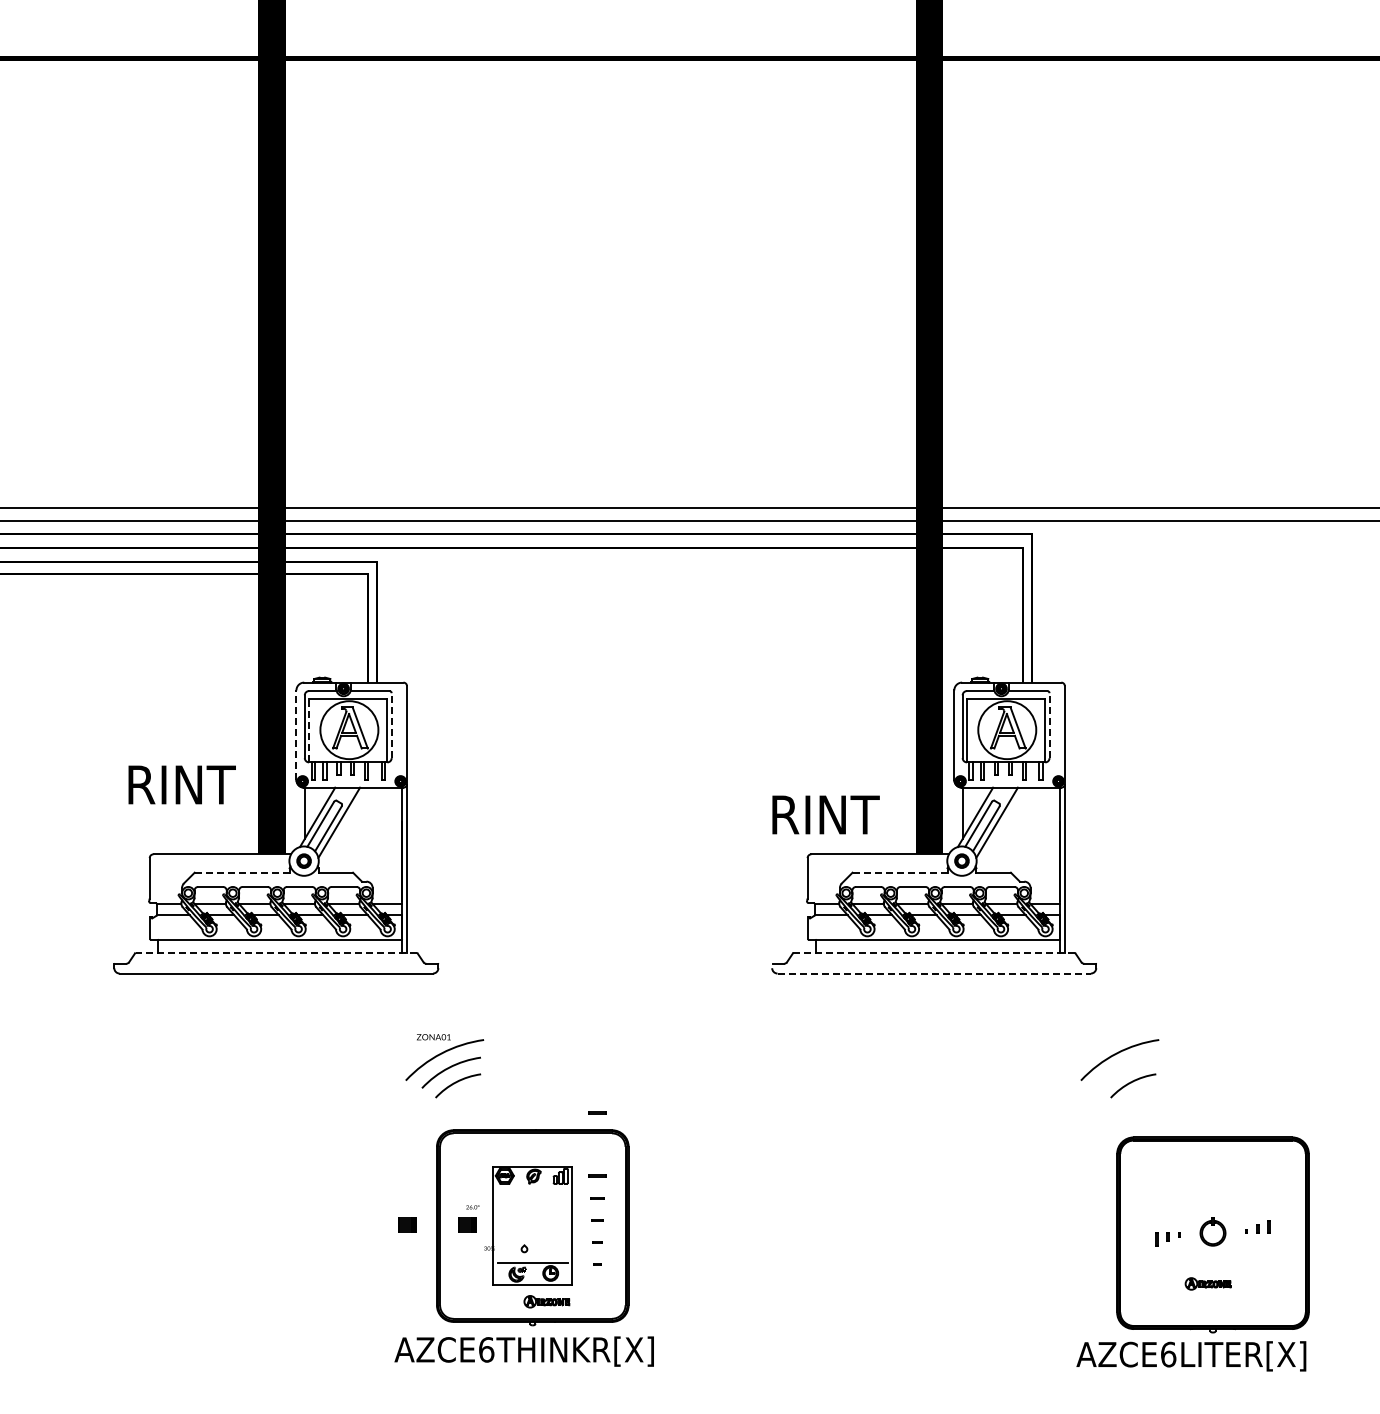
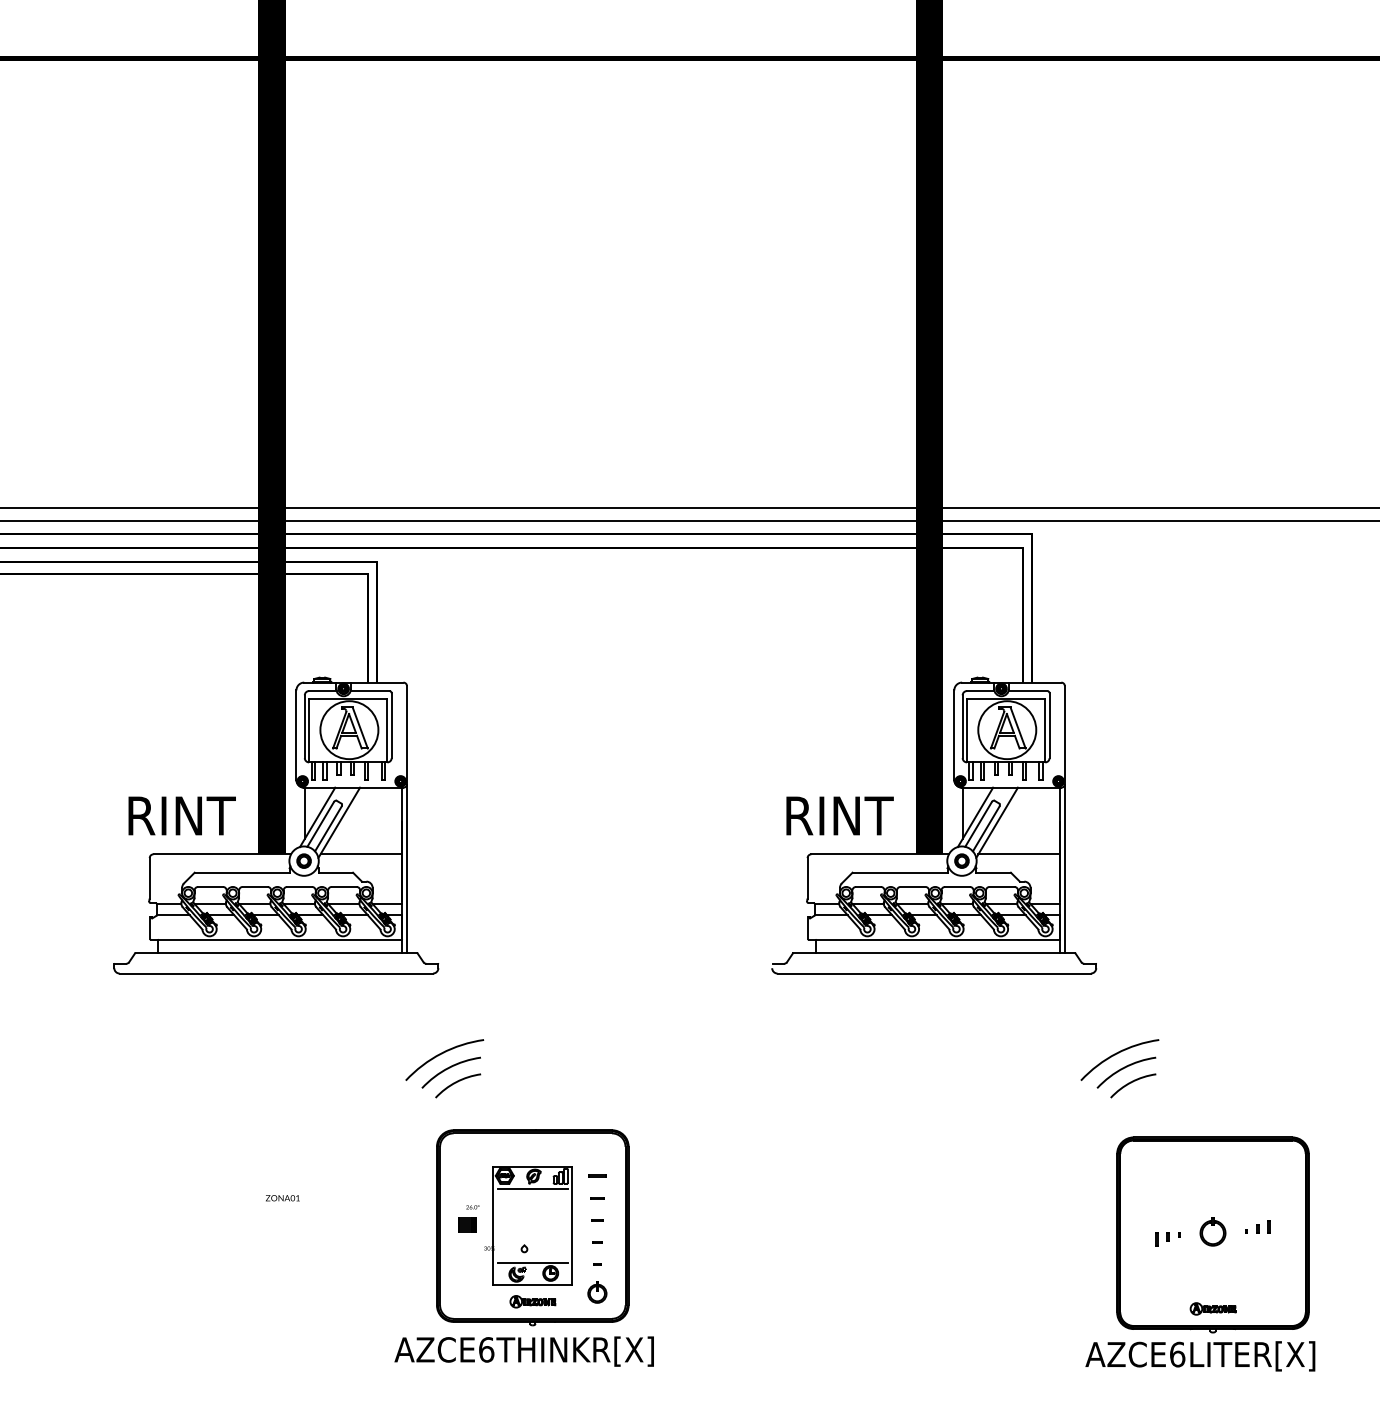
line at (391, 725): dashed -> solid
line at (1049, 725): dashed -> solid
line at (309, 730): dashed -> solid
line at (296, 735): dashed -> solid
text at (181, 784) position: (181, 784) -> (181, 815)
text at (825, 814) position: (825, 814) -> (839, 815)
line at (361, 854): none -> present
line at (1019, 854): none -> present
line at (241, 872): dashed -> solid
line at (899, 872): dashed -> solid
line at (276, 953): dashed -> solid
line at (934, 953): dashed -> solid
line at (934, 973): dashed -> solid
text at (433, 1037) position: (433, 1037) -> (282, 1198)
arc at (1125, 1068): none -> present
line at (597, 1112): present -> none
line at (532, 1188): none -> present
part at (407, 1224): present -> none
part at (1207, 1283) position: (1207, 1283) -> (1212, 1308)
part at (597, 1292): none -> present
part at (546, 1301) position: (546, 1301) -> (532, 1301)
text at (1191, 1356) position: (1191, 1356) -> (1200, 1356)
